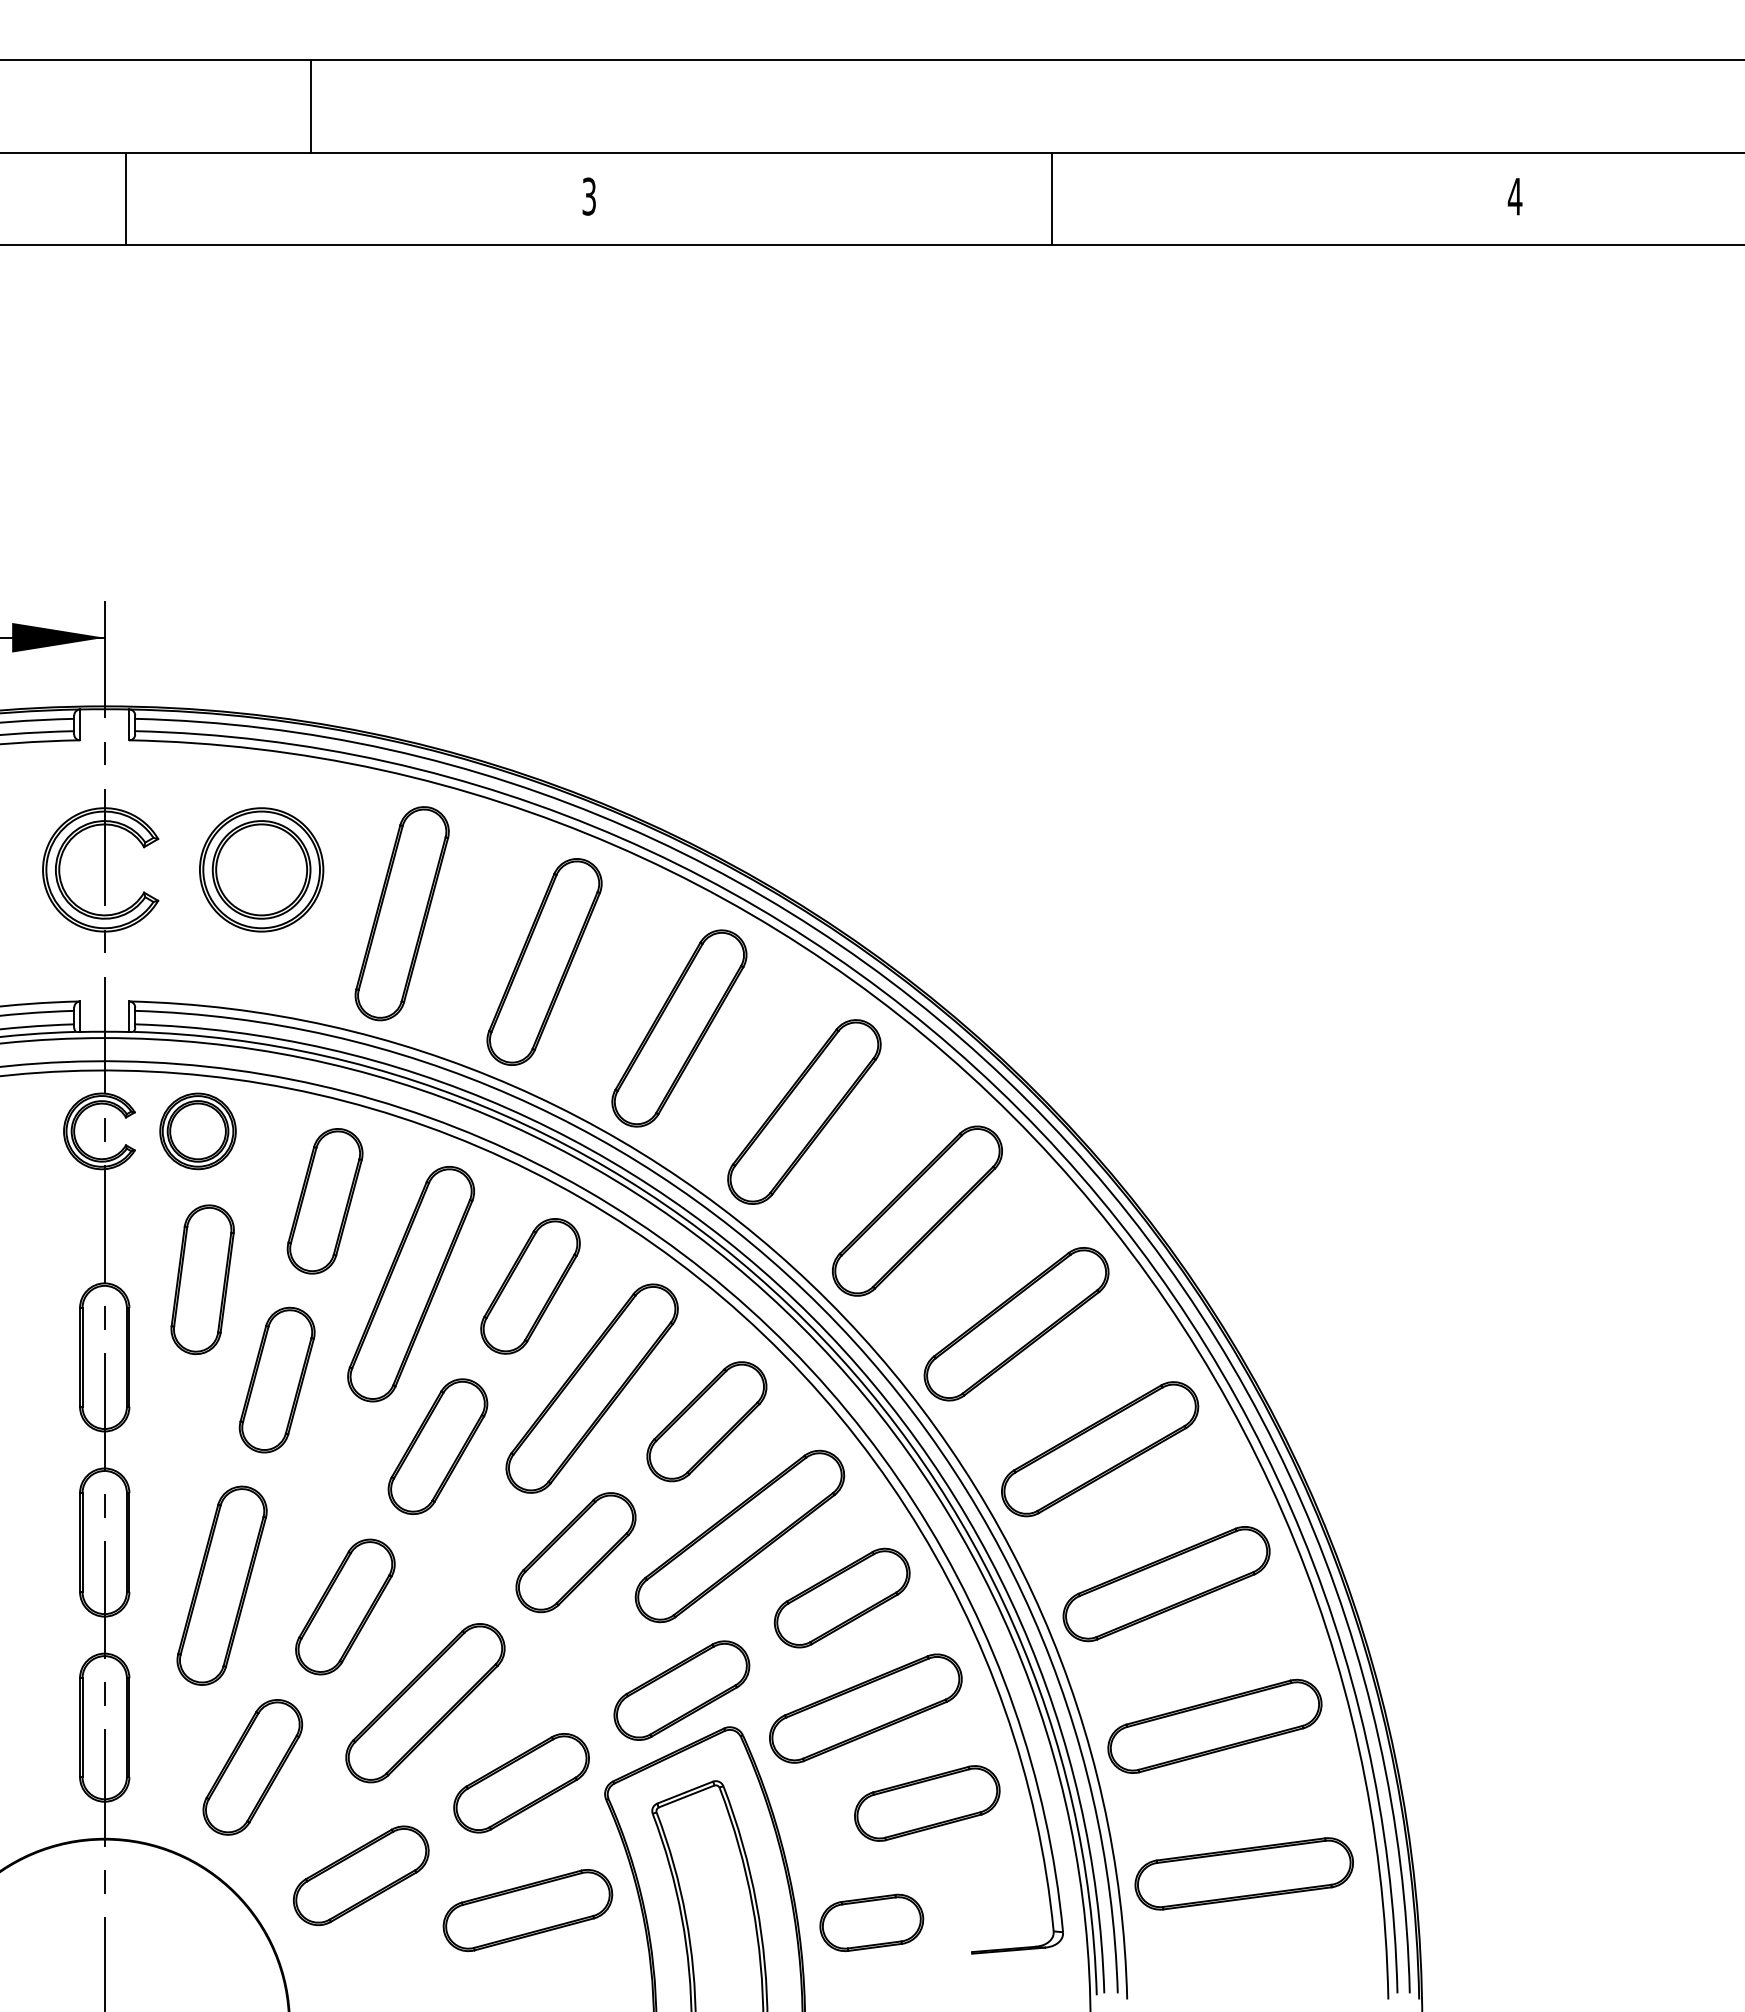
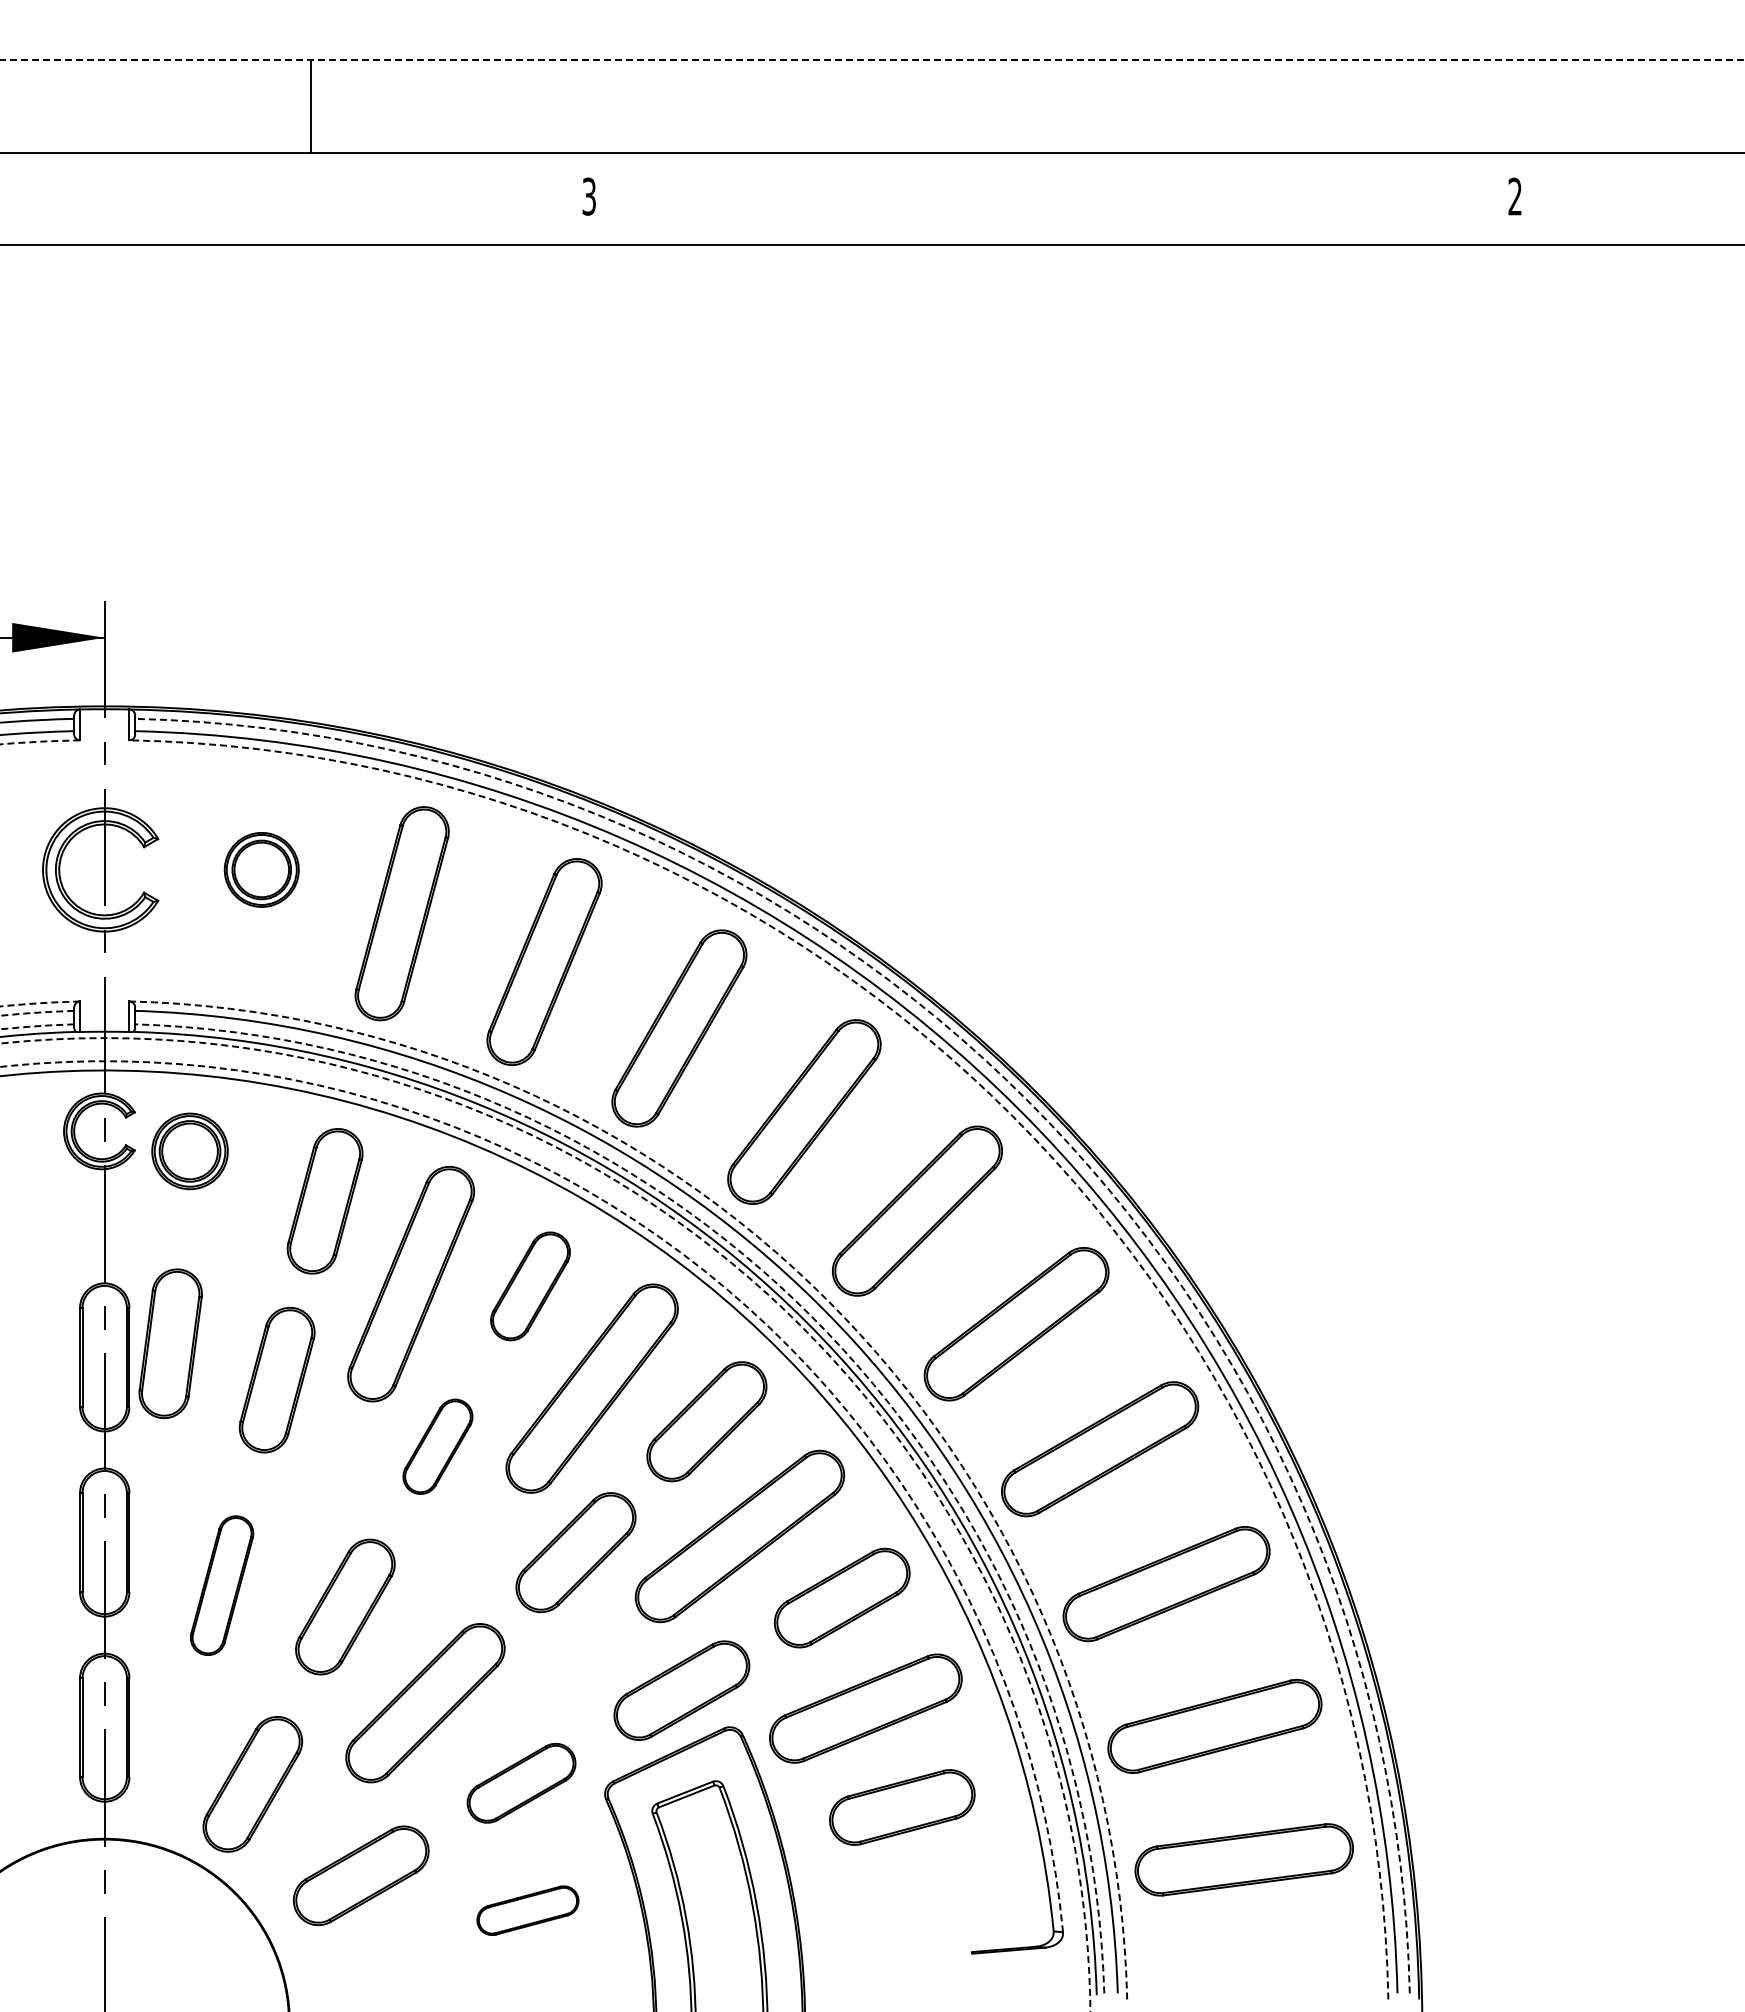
line at (873, 60): solid -> dashed
text at (1514, 196): 4 -> 2
line at (126, 198): present -> none
line at (1051, 198): present -> none
arc at (40, 741): solid -> dashed
part at (261, 869) size: 126x126 px -> 77x76 px
arc at (39, 1003): solid -> dashed
arc at (37, 1012): solid -> dashed
arc at (36, 1026): solid -> dashed
arc at (1027, 1100): solid -> dashed
arc at (1012, 1116): solid -> dashed
part at (197, 1131) position: (197, 1131) -> (189, 1151)
arc at (711, 1276): solid -> dashed
part at (202, 1279) position: (202, 1279) -> (170, 1343)
part at (530, 1286) size: 101x137 px -> 81x111 px
arc at (827, 1300): solid -> dashed
arc at (811, 1316): solid -> dashed
part at (437, 1446) size: 102x138 px -> 72x97 px
circle at (545, 1524): solid -> dashed
part at (221, 1585) size: 92x201 px -> 65x141 px
part at (252, 1767) position: (252, 1767) -> (252, 1784)
part at (521, 1783) size: 137x101 px -> 111x82 px
part at (927, 1803) position: (927, 1803) -> (902, 1807)
part at (1243, 1873) position: (1243, 1873) -> (1243, 1859)
part at (527, 1910) size: 172x84 px -> 104x51 px
part at (871, 1922): present -> none
